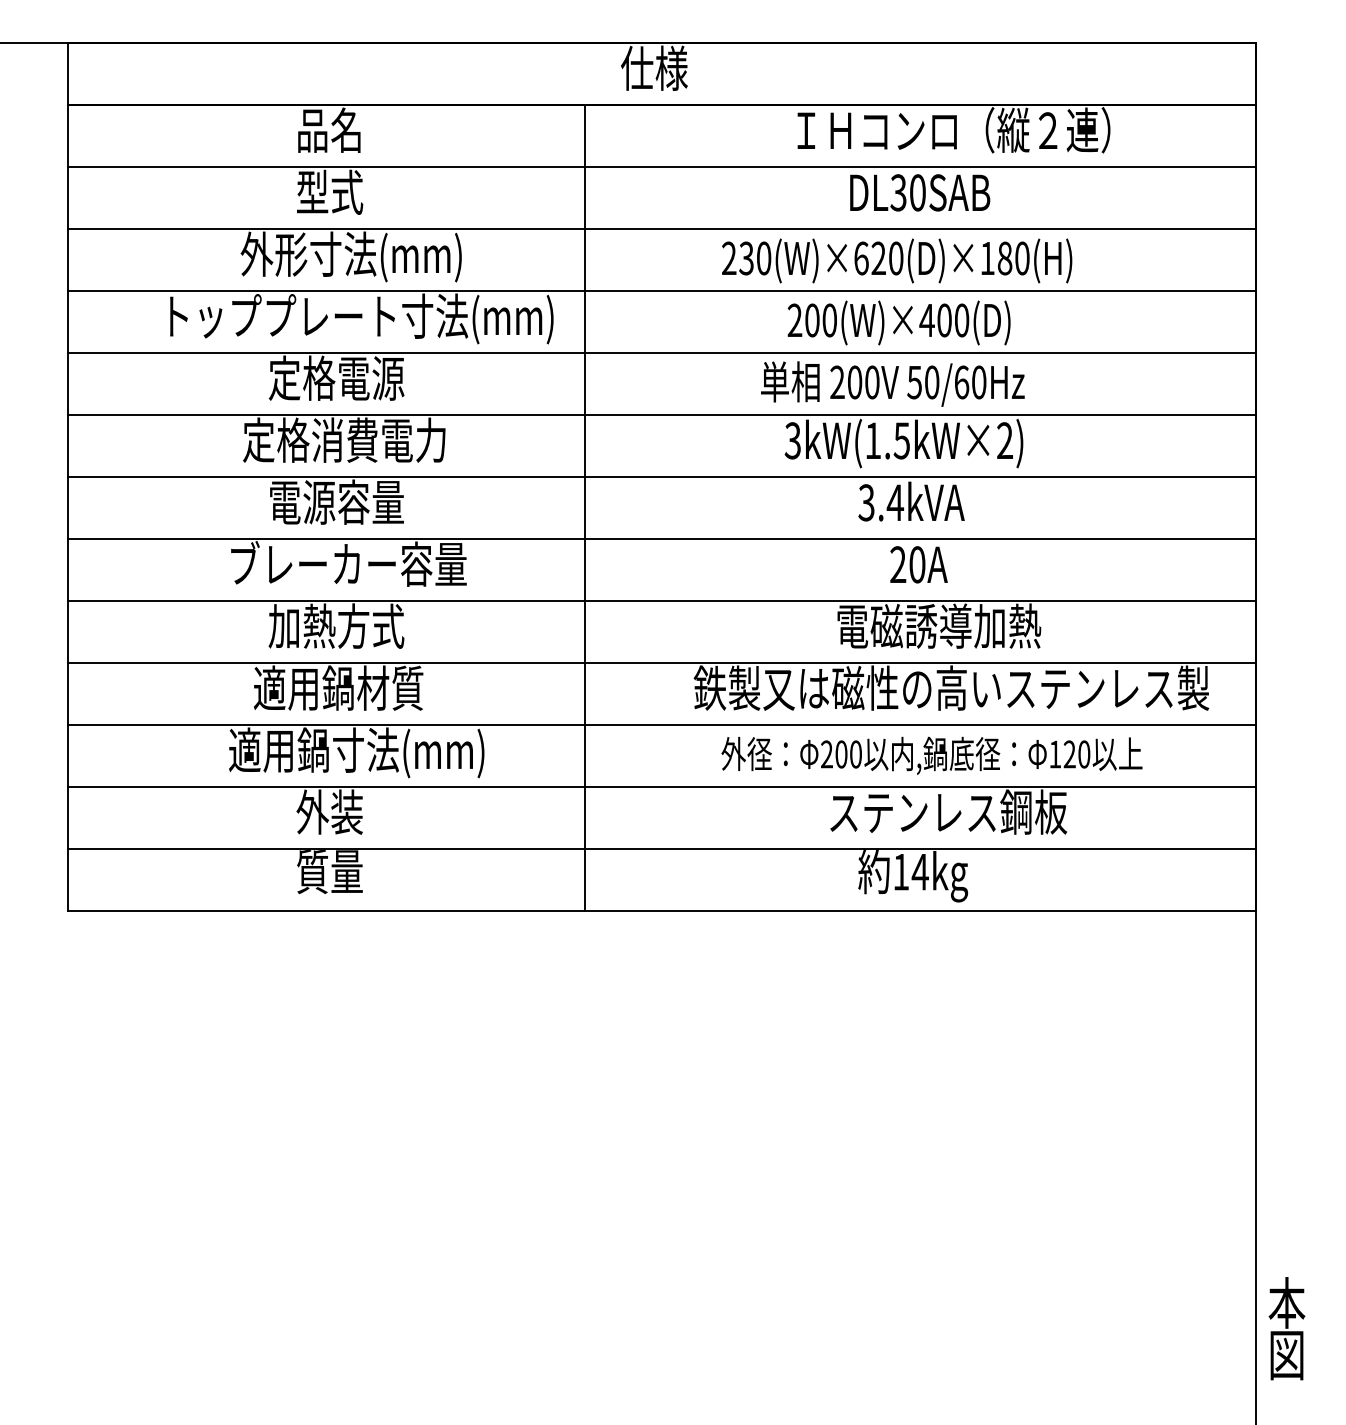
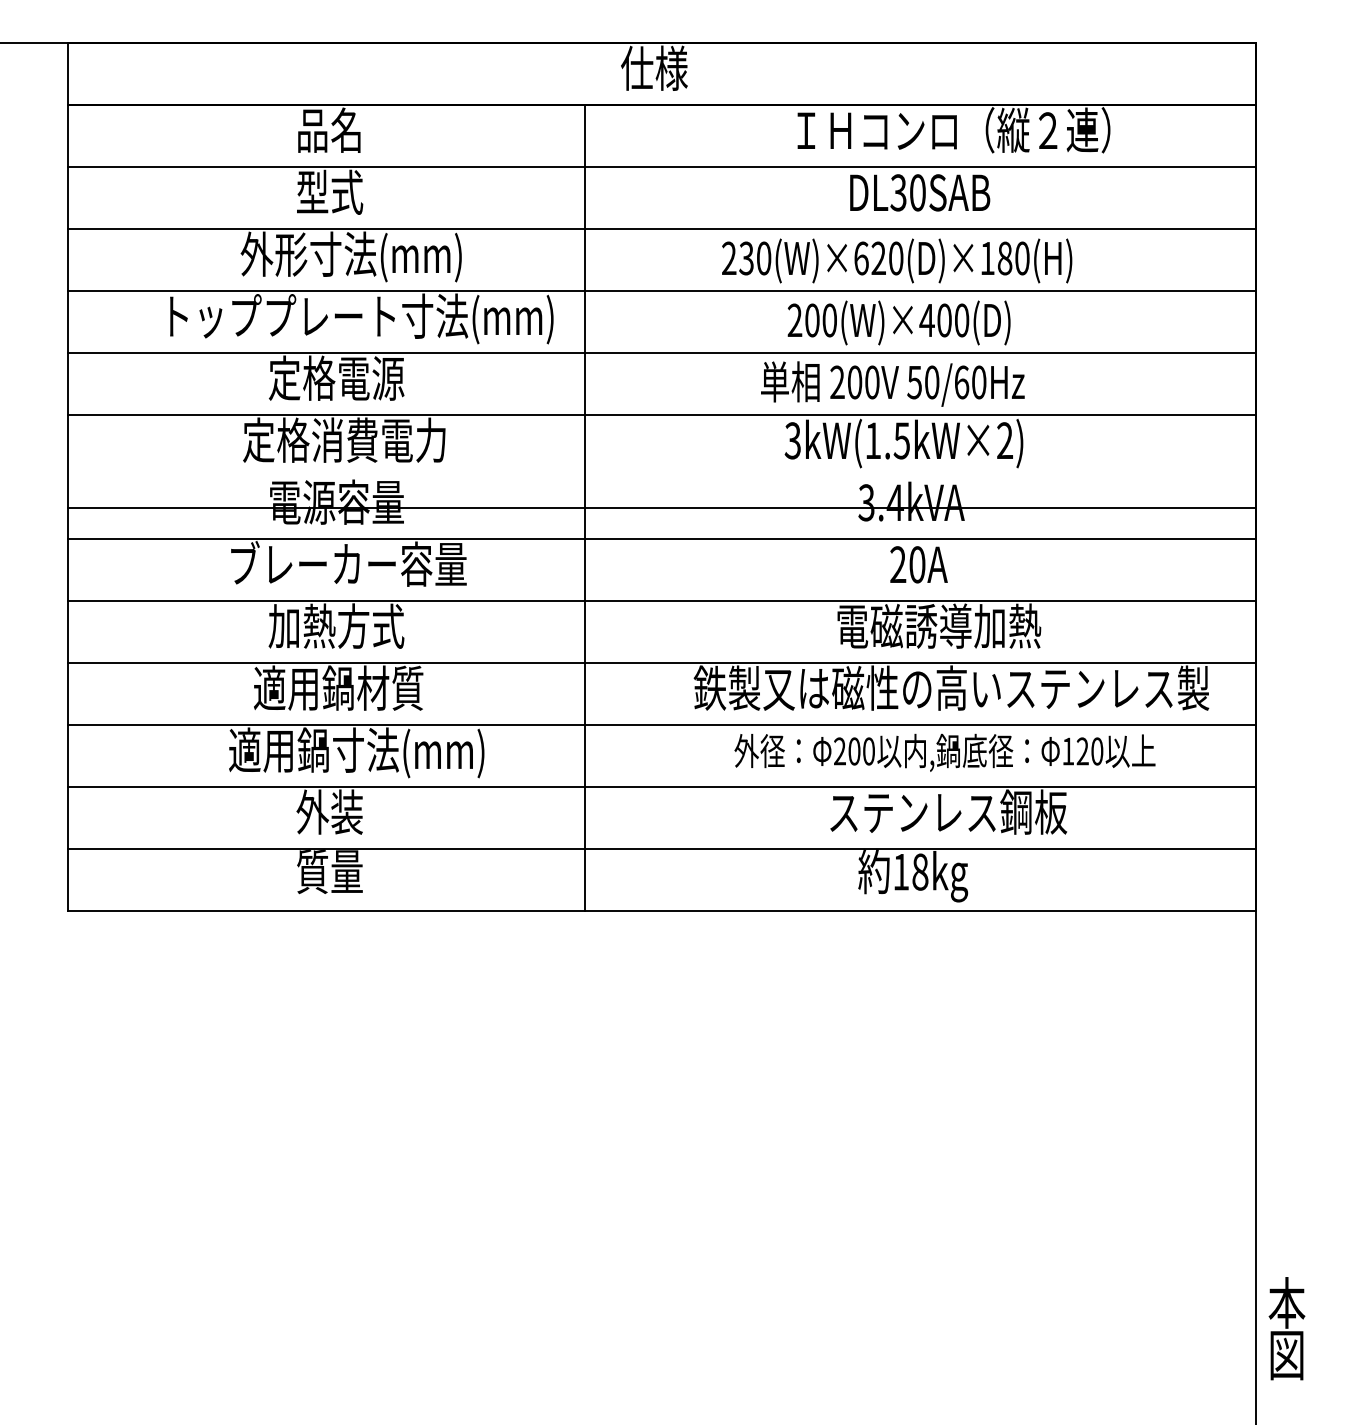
line at (661, 476) position: (661, 476) -> (661, 507)
text at (931, 755) position: (931, 755) -> (944, 752)
text at (919, 871): 14kg -> 18kg
